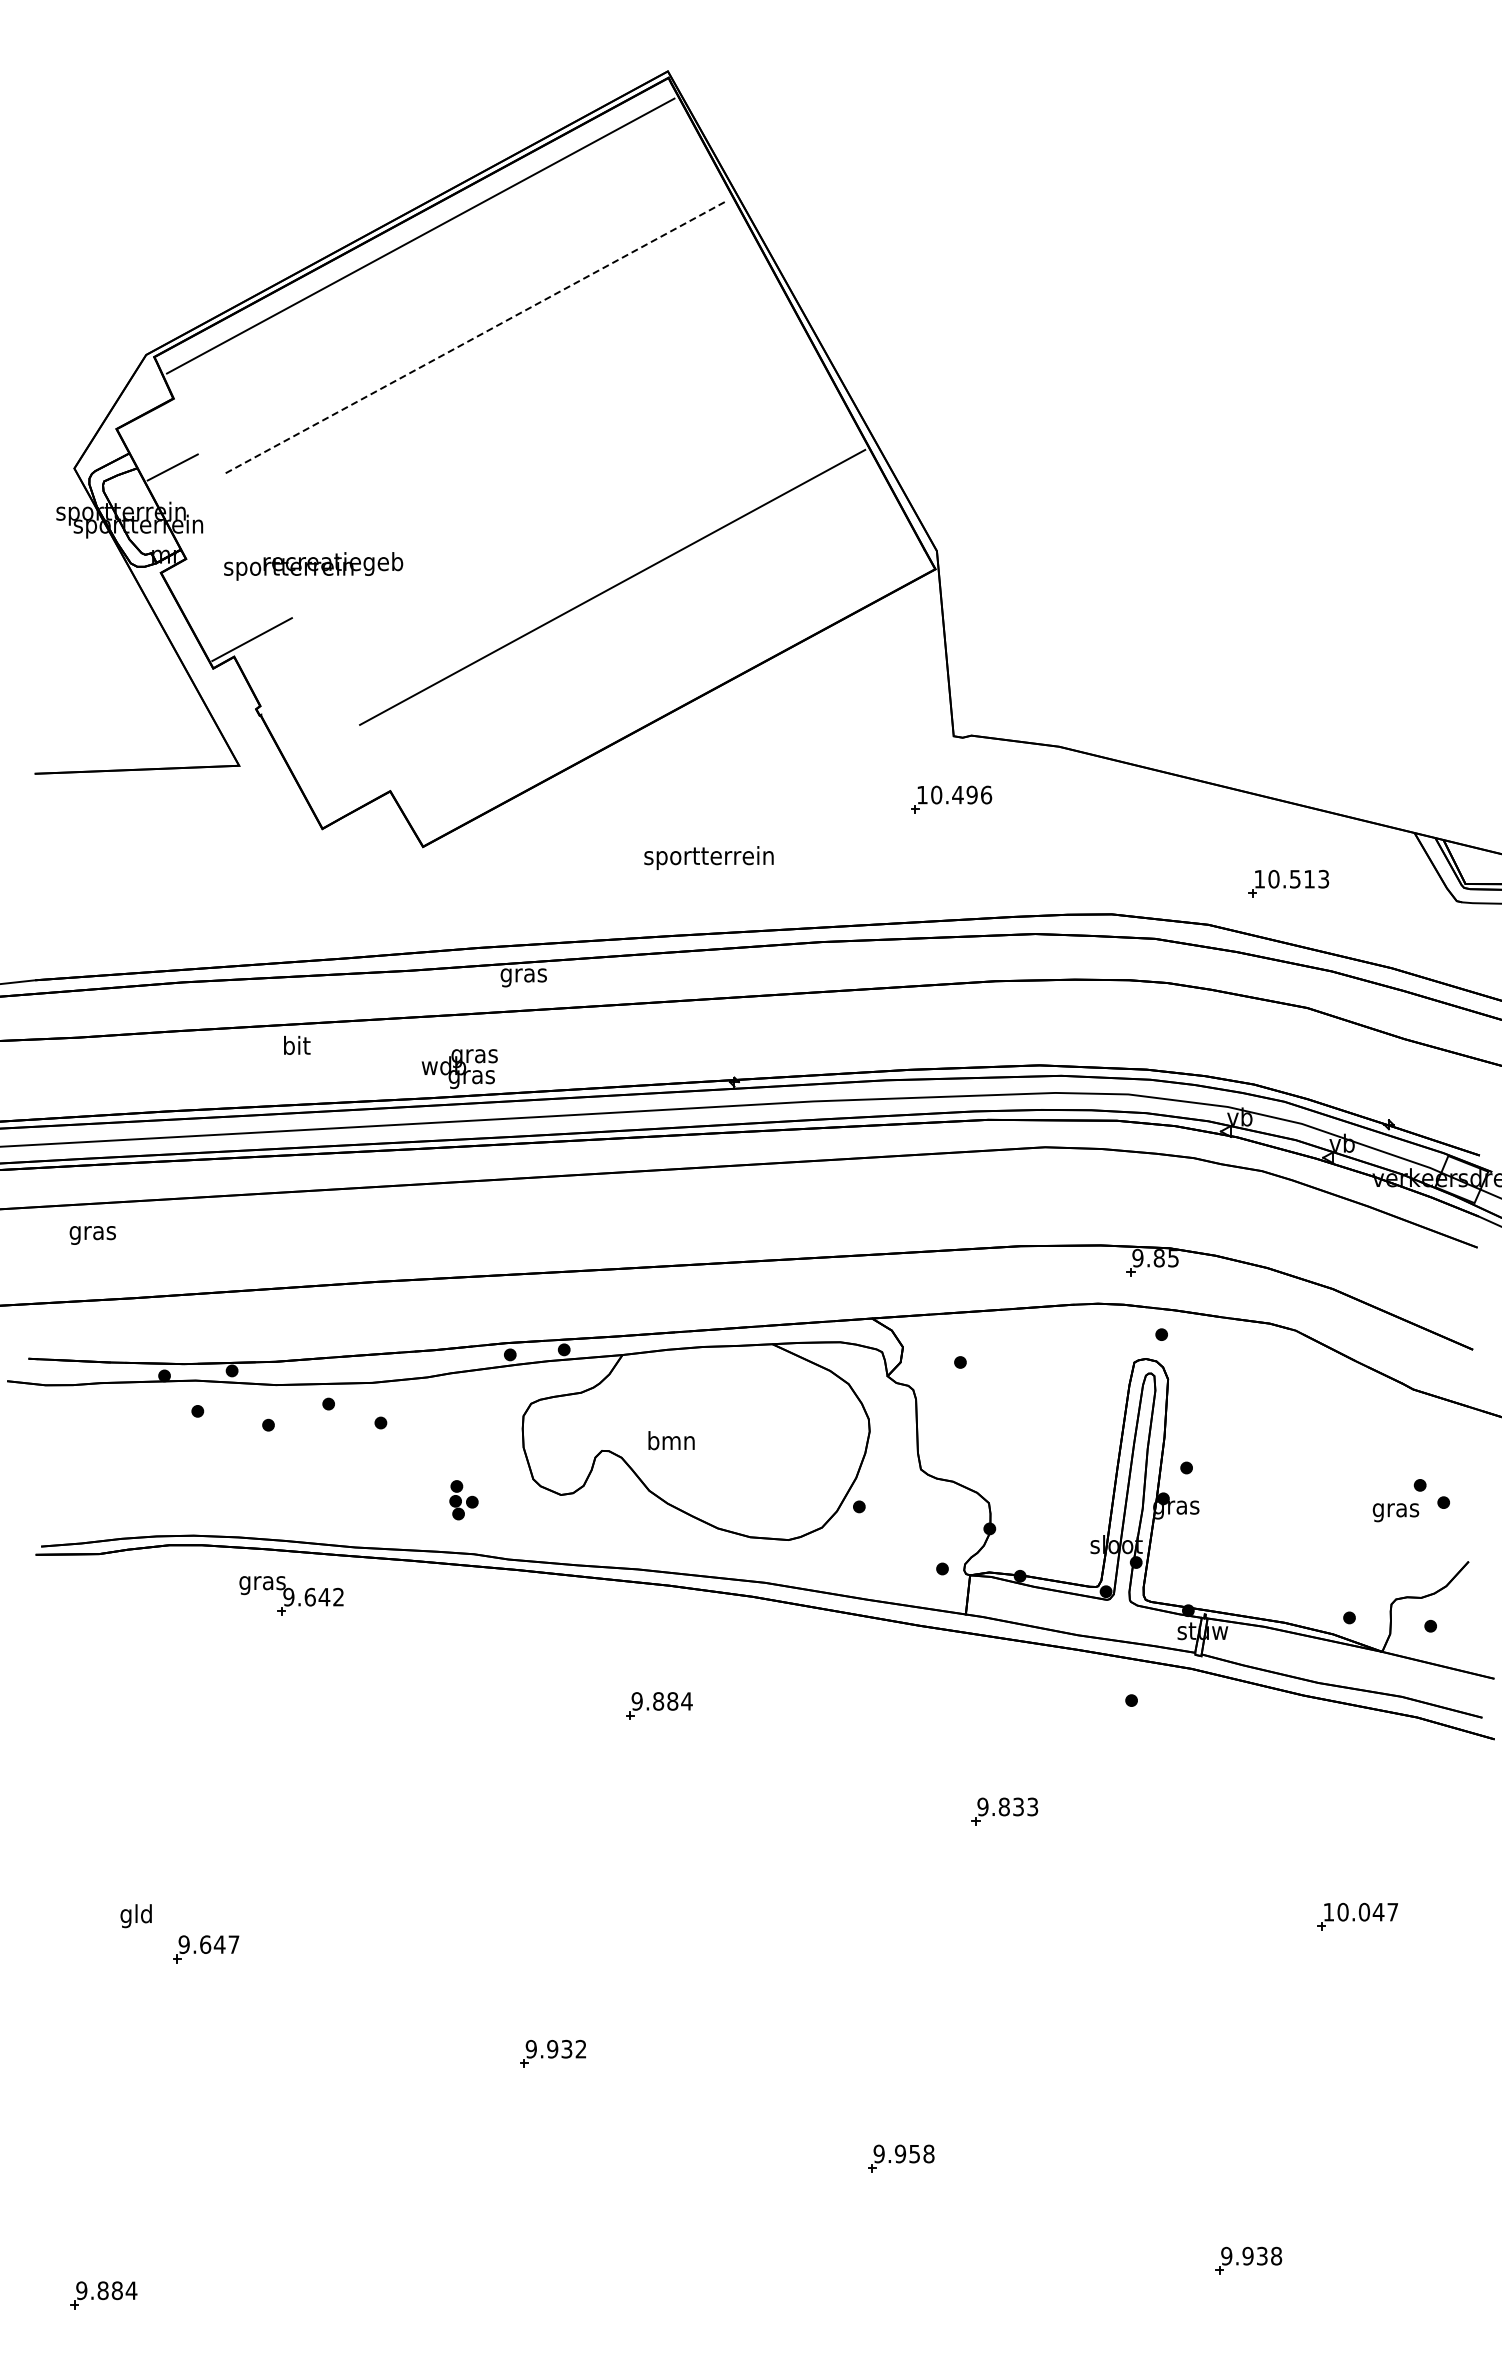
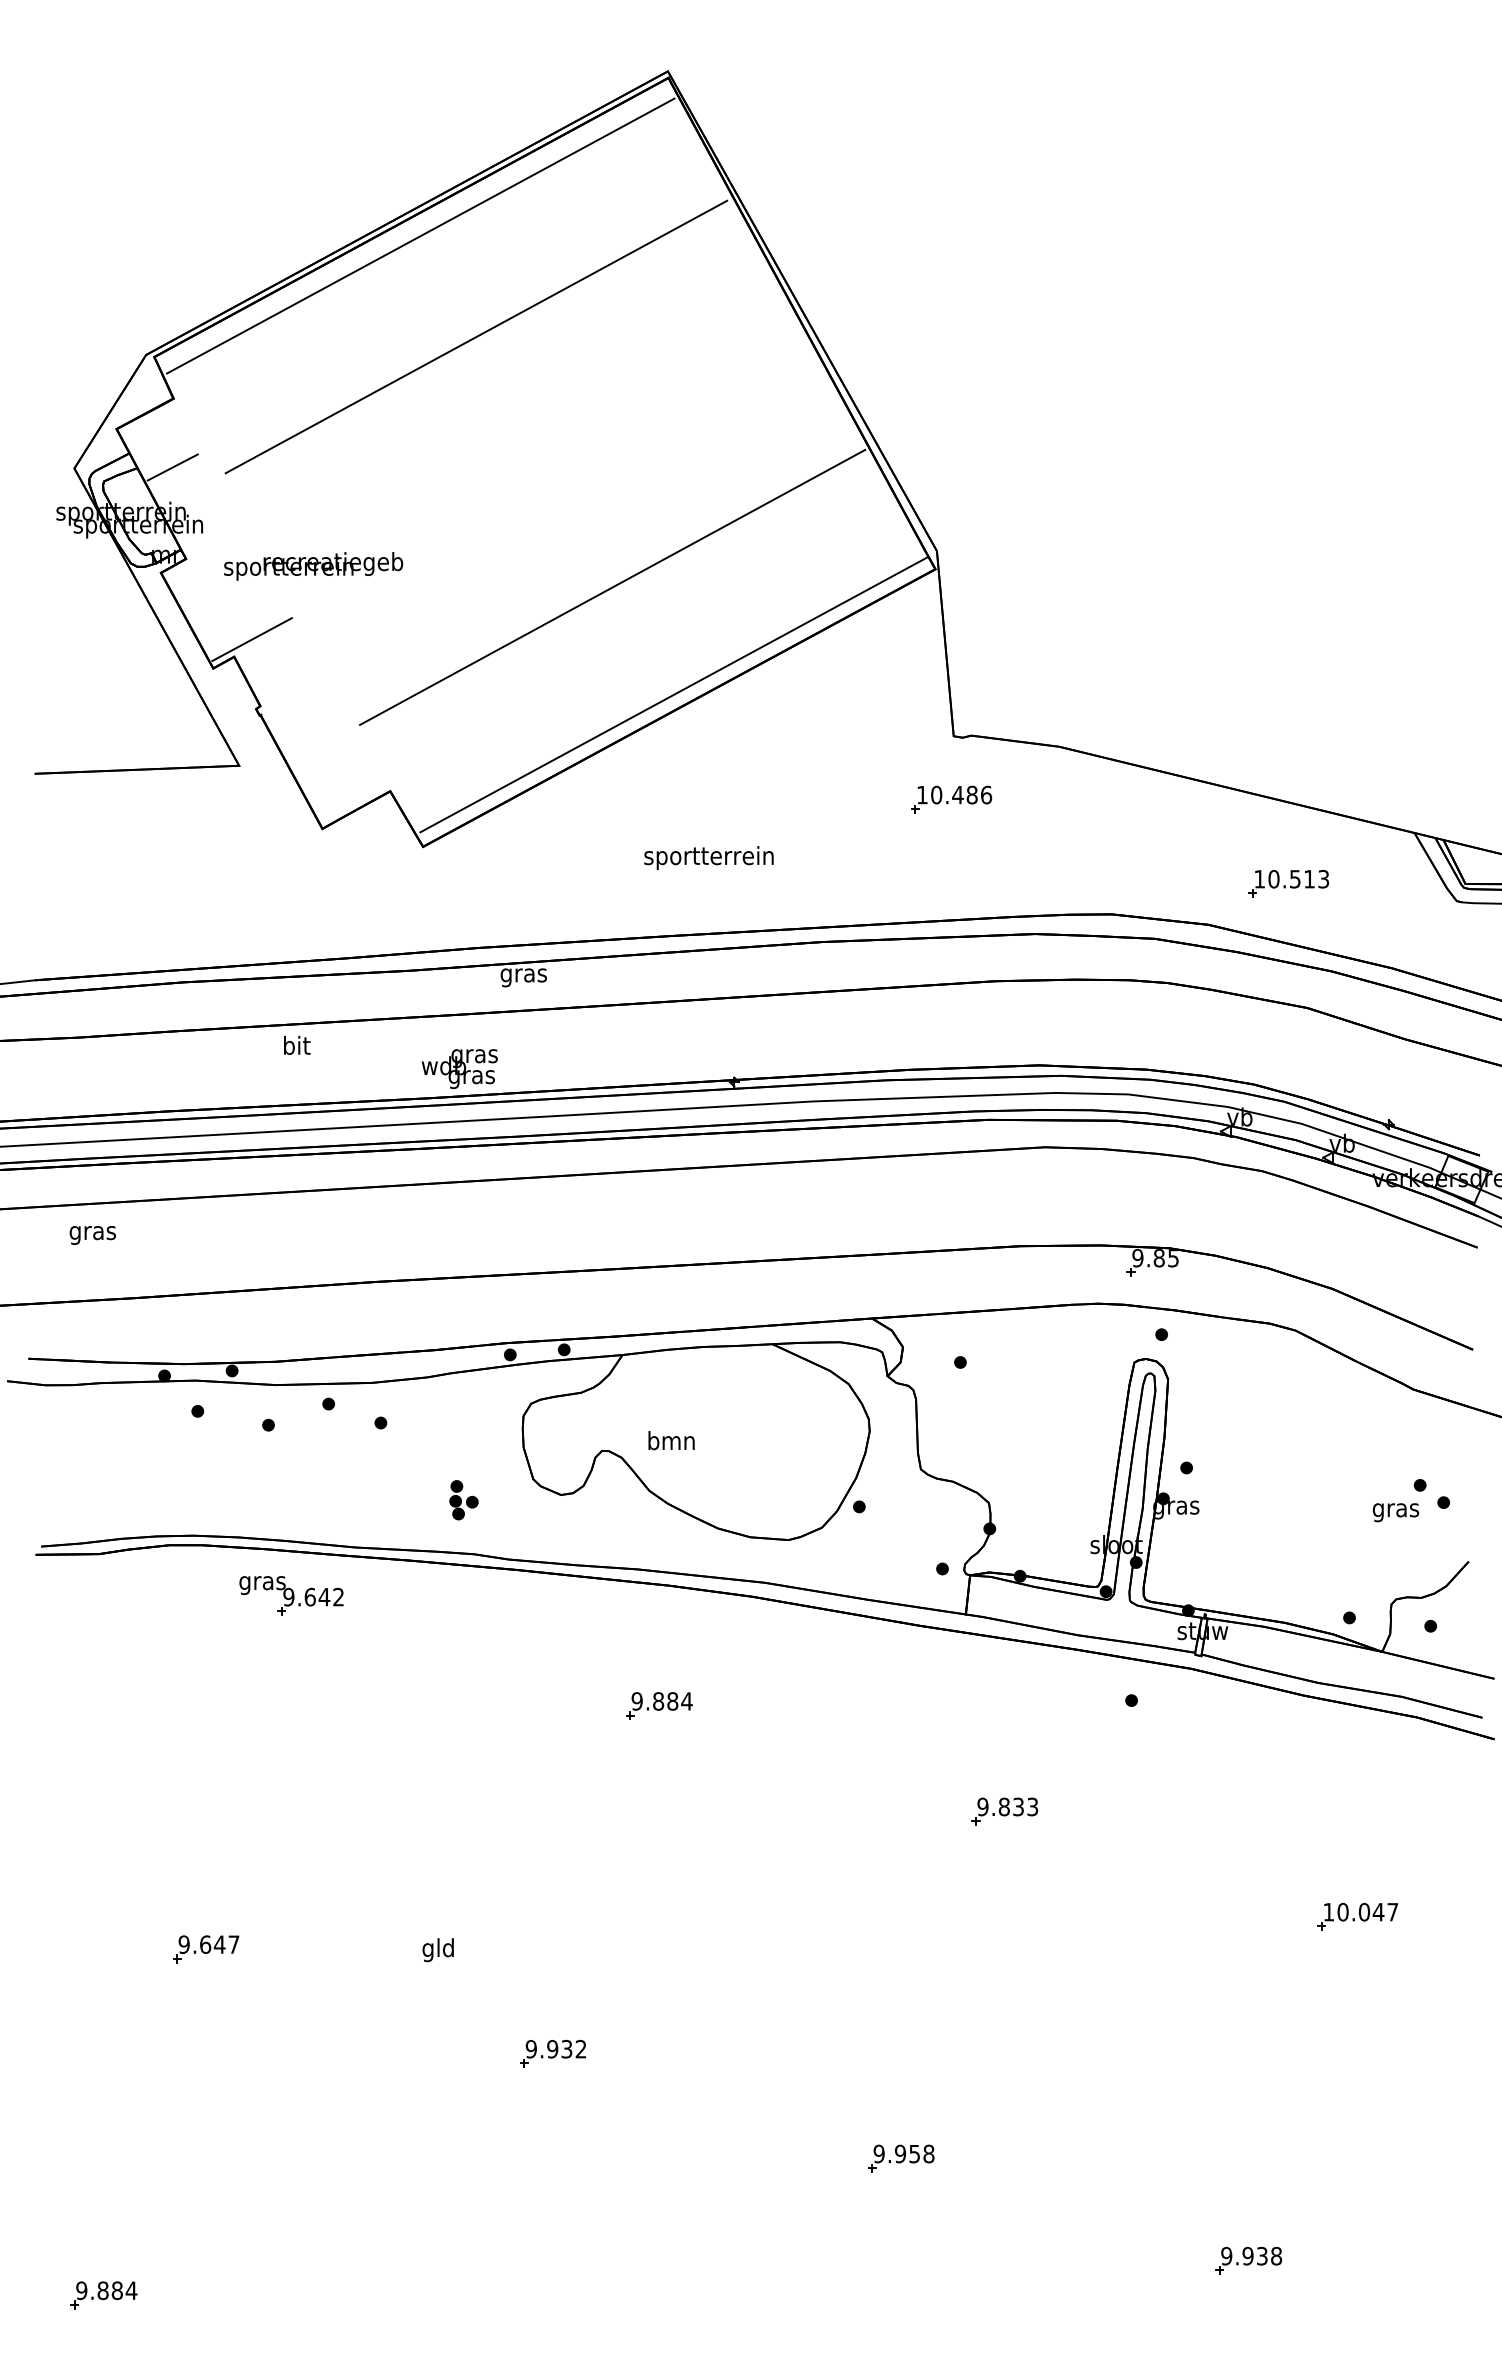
line at (476, 336): dashed -> solid
line at (673, 694): none -> present
text at (971, 795): 10.496 -> 10.486
text at (135, 1916) position: (135, 1916) -> (437, 1950)
